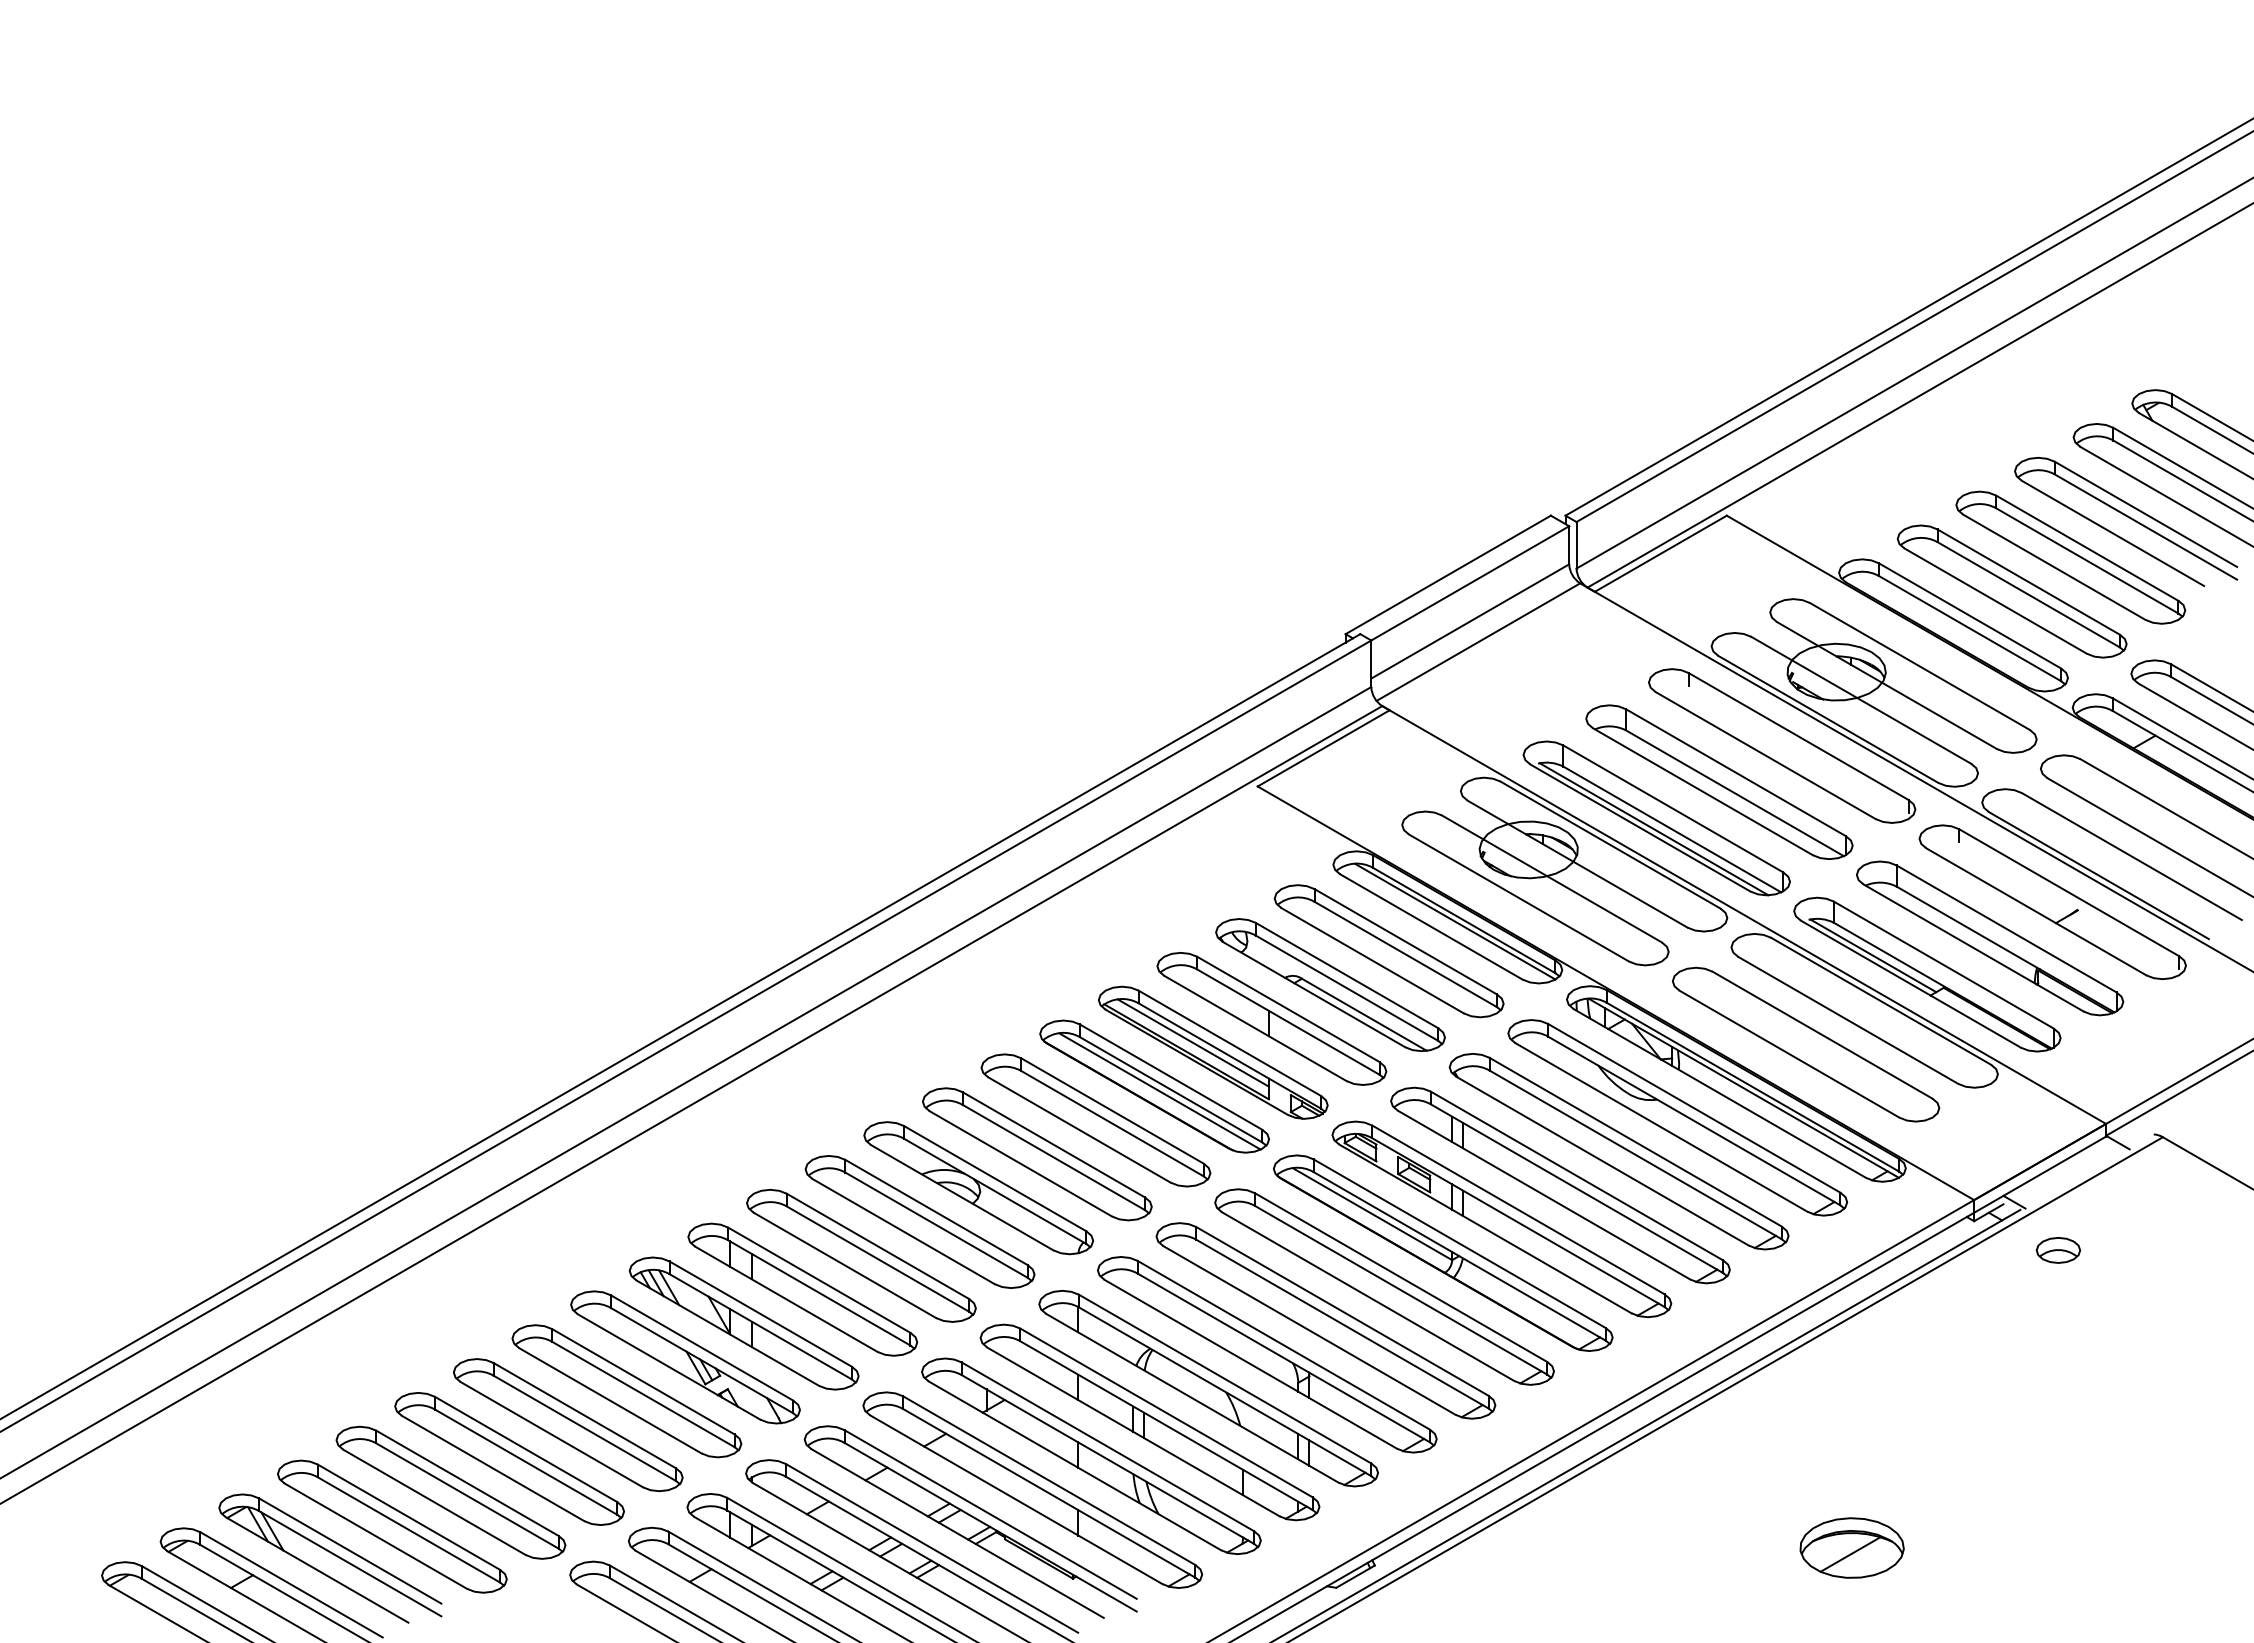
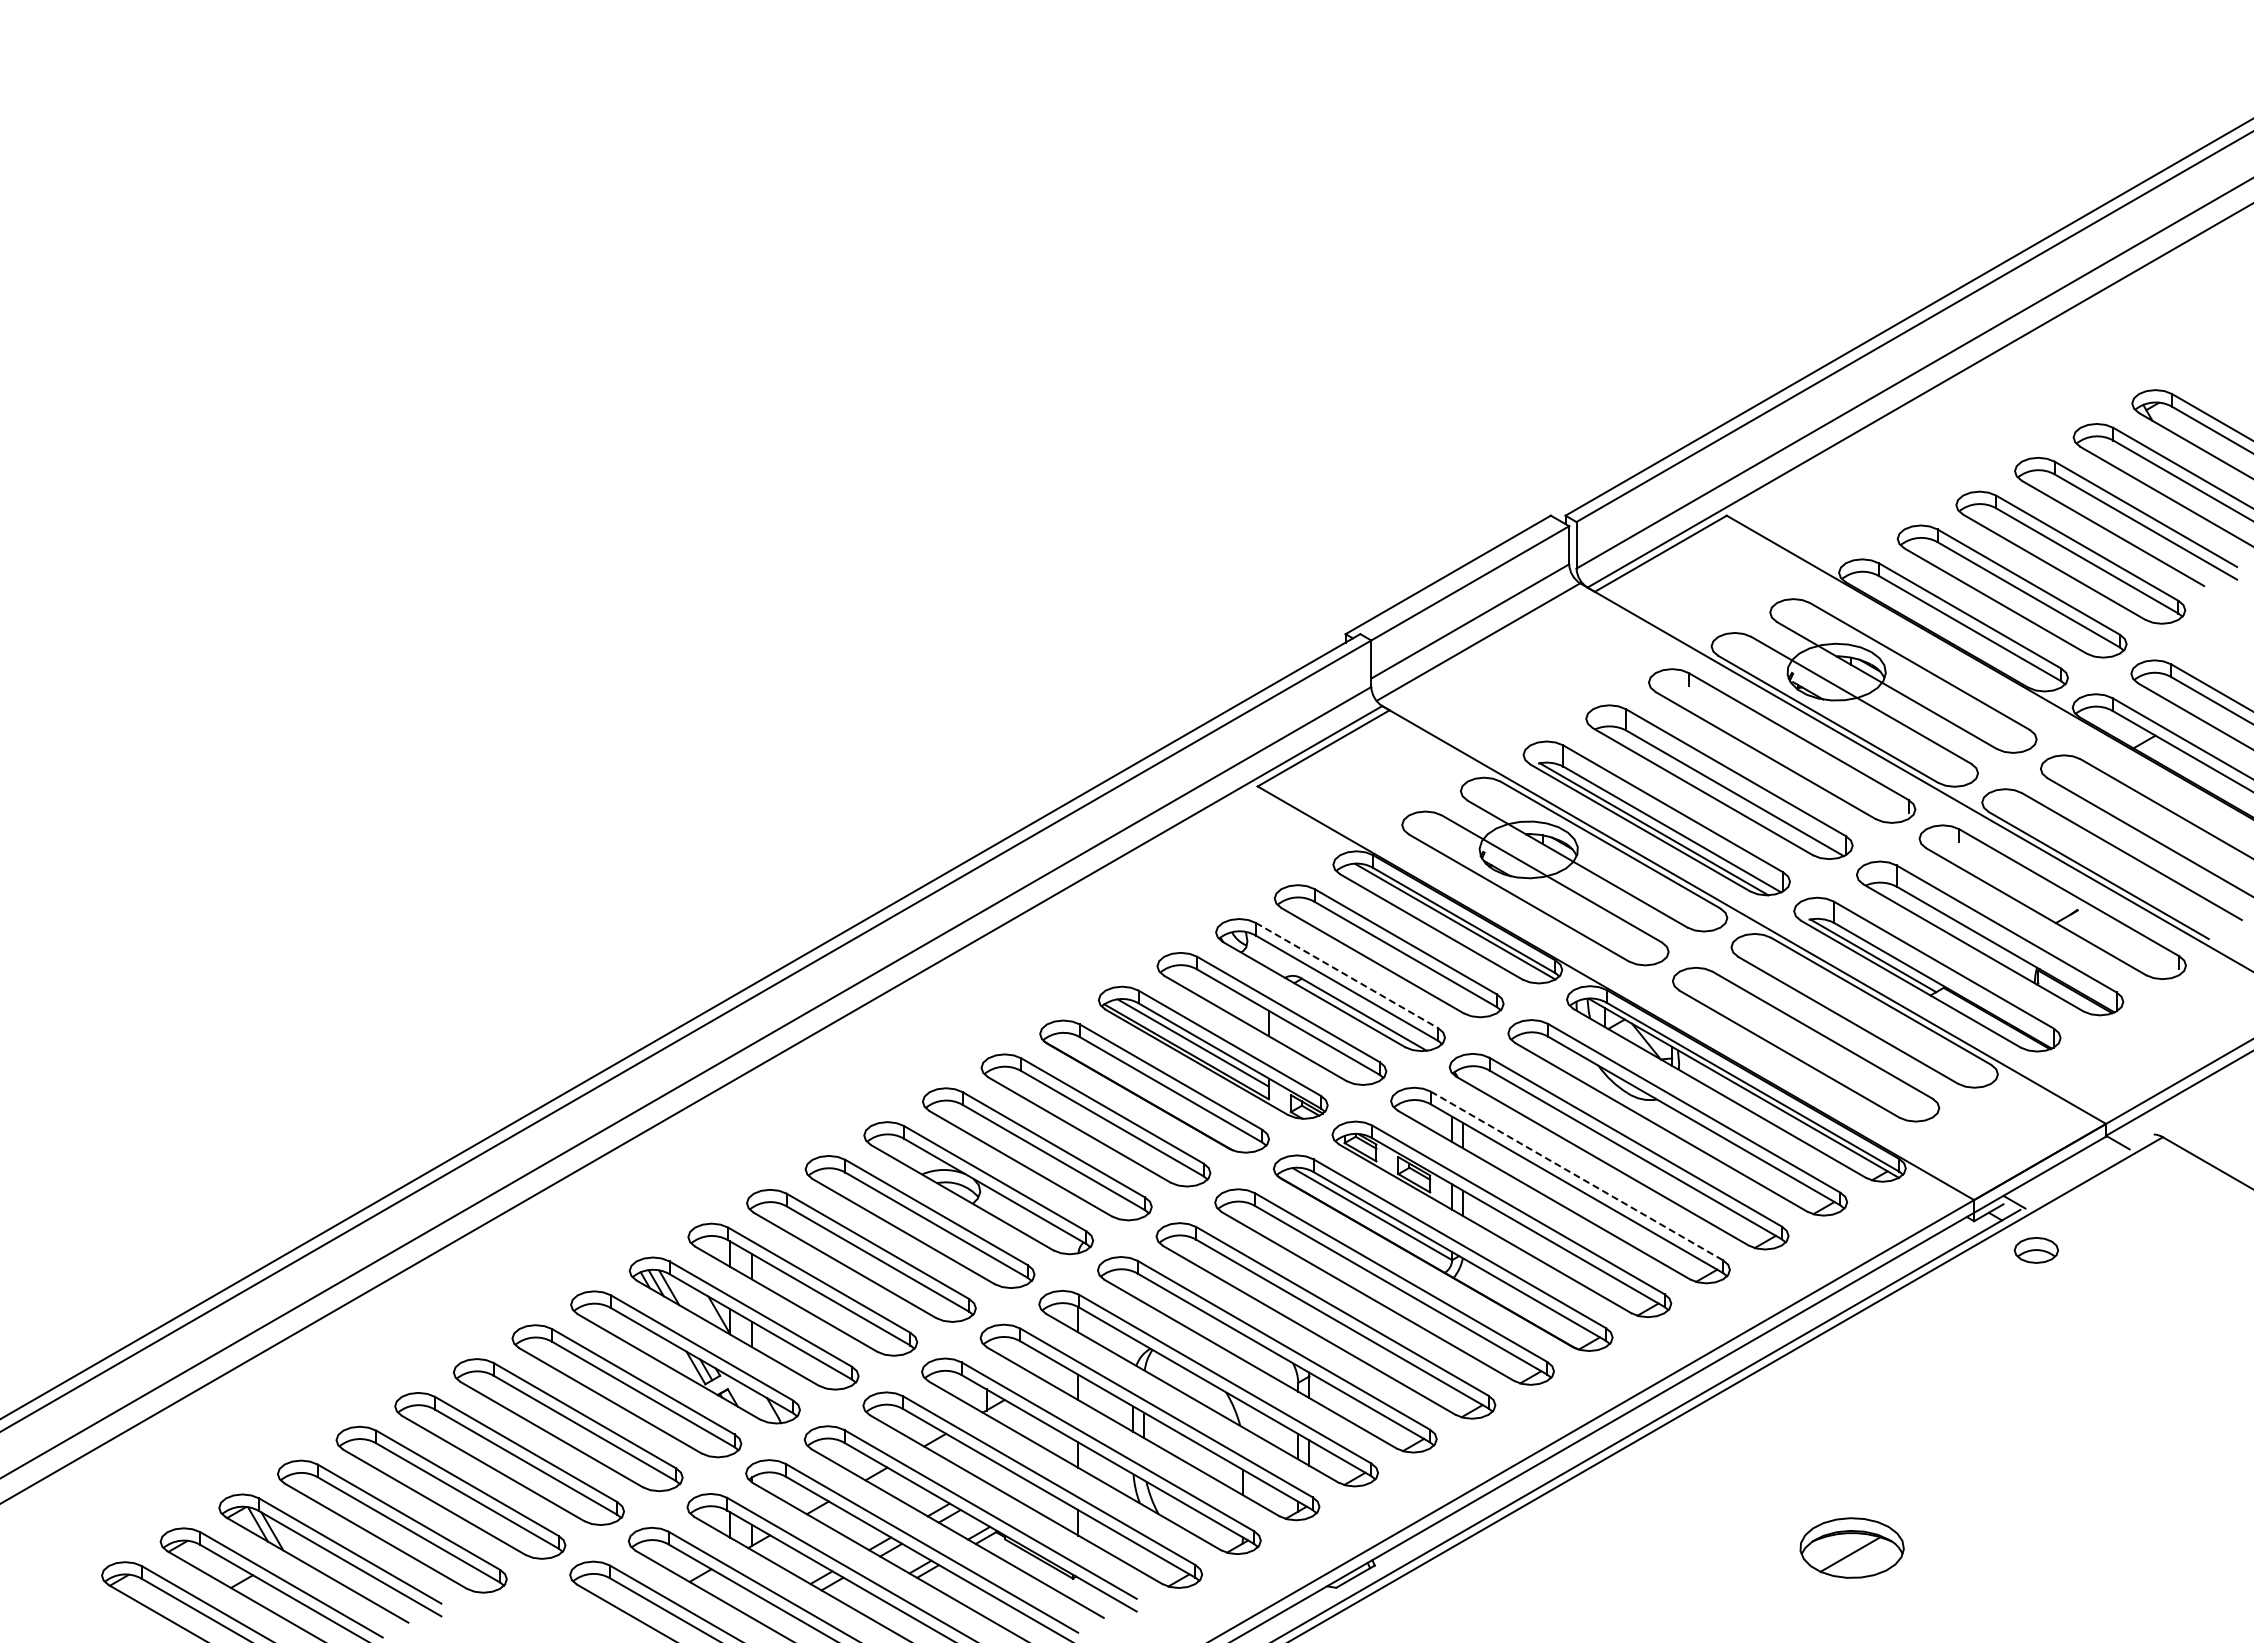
line at (1347, 975): solid -> dashed
line at (1159, 1091): present -> none
line at (1576, 1176): solid -> dashed
part at (2058, 1250) position: (2058, 1250) -> (2036, 1250)
